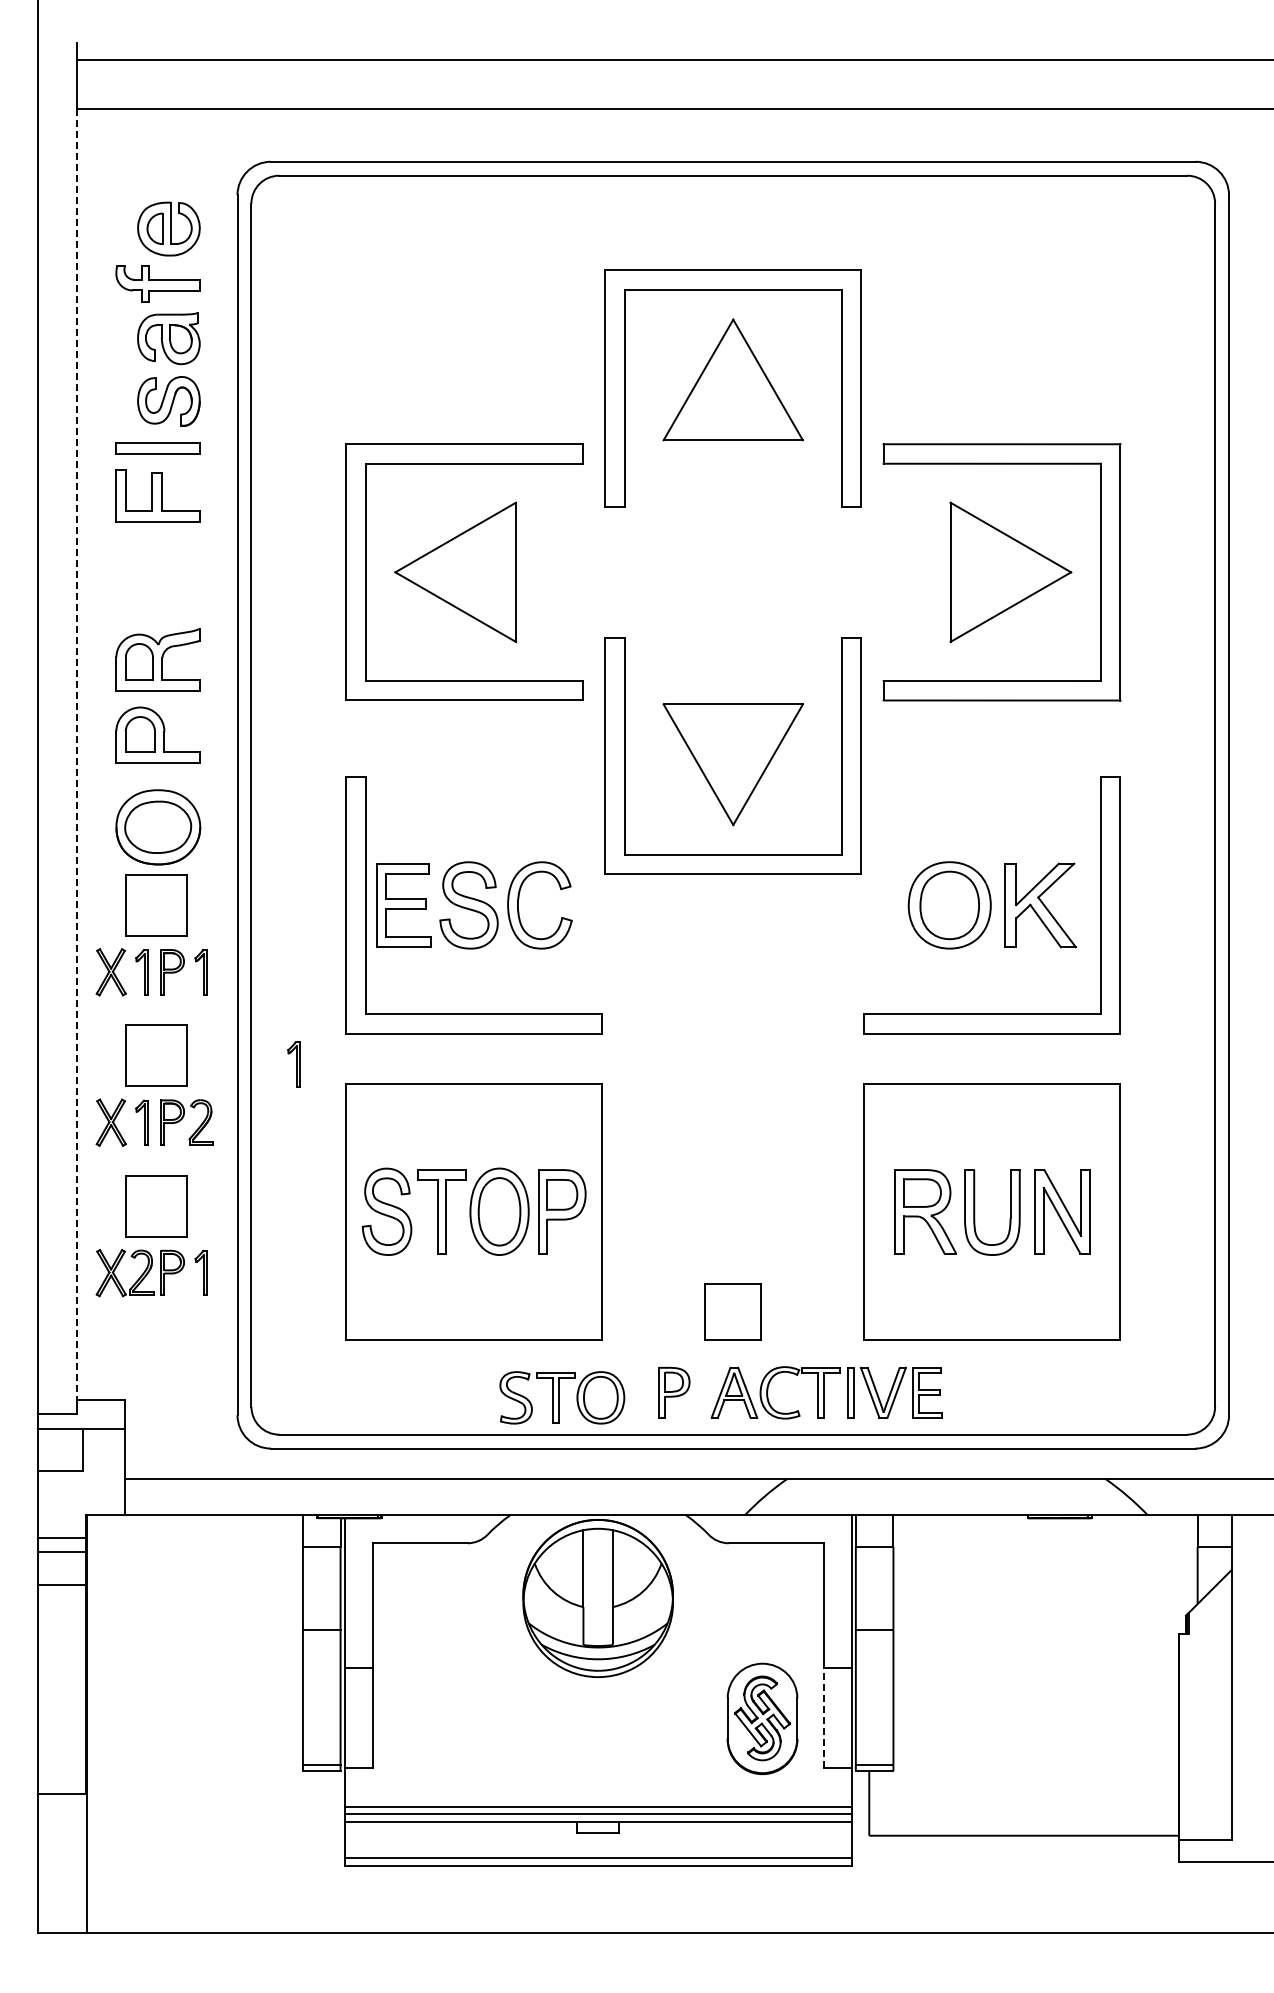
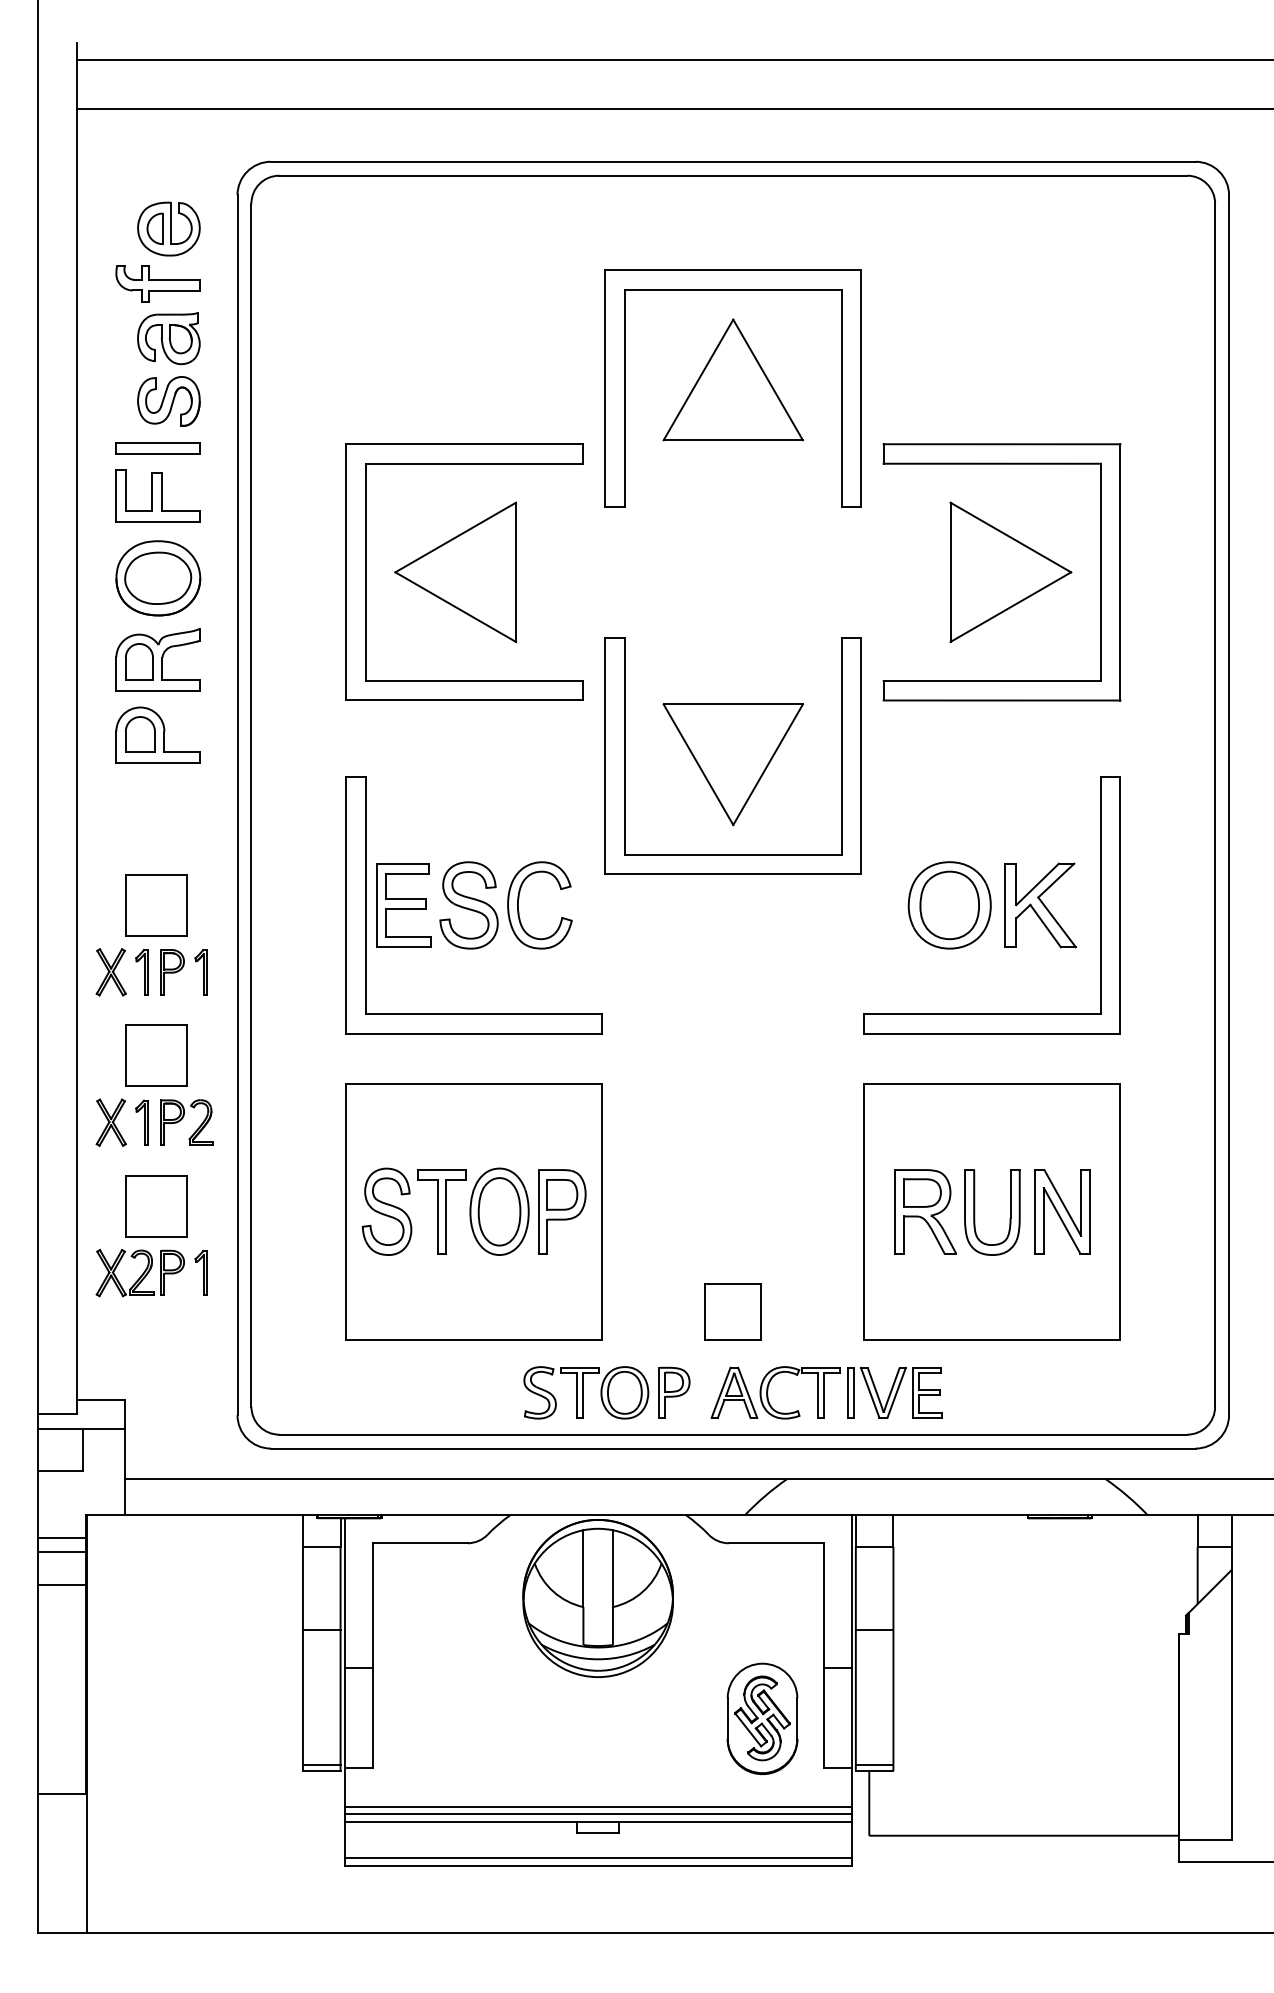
line at (77, 754): dashed -> solid
part at (158, 827) position: (158, 827) -> (158, 578)
part at (293, 1064): present -> none
part at (562, 1397) position: (562, 1397) -> (586, 1392)
line at (823, 1717): dashed -> solid
